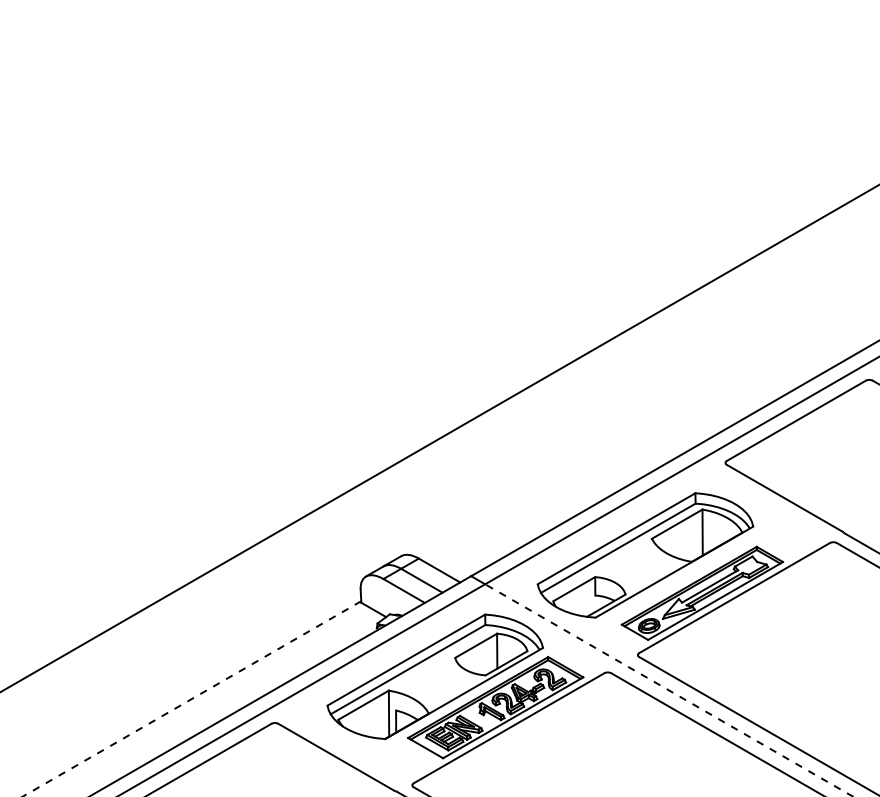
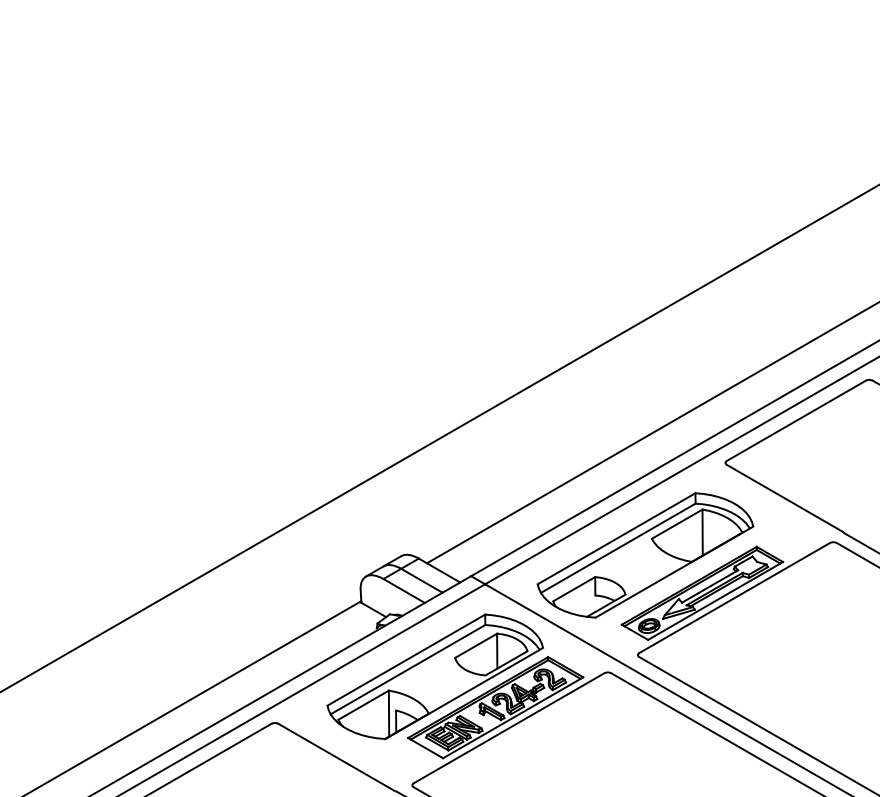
line at (651, 433): none -> present
line at (668, 690): dashed -> solid
line at (191, 699): dashed -> solid
